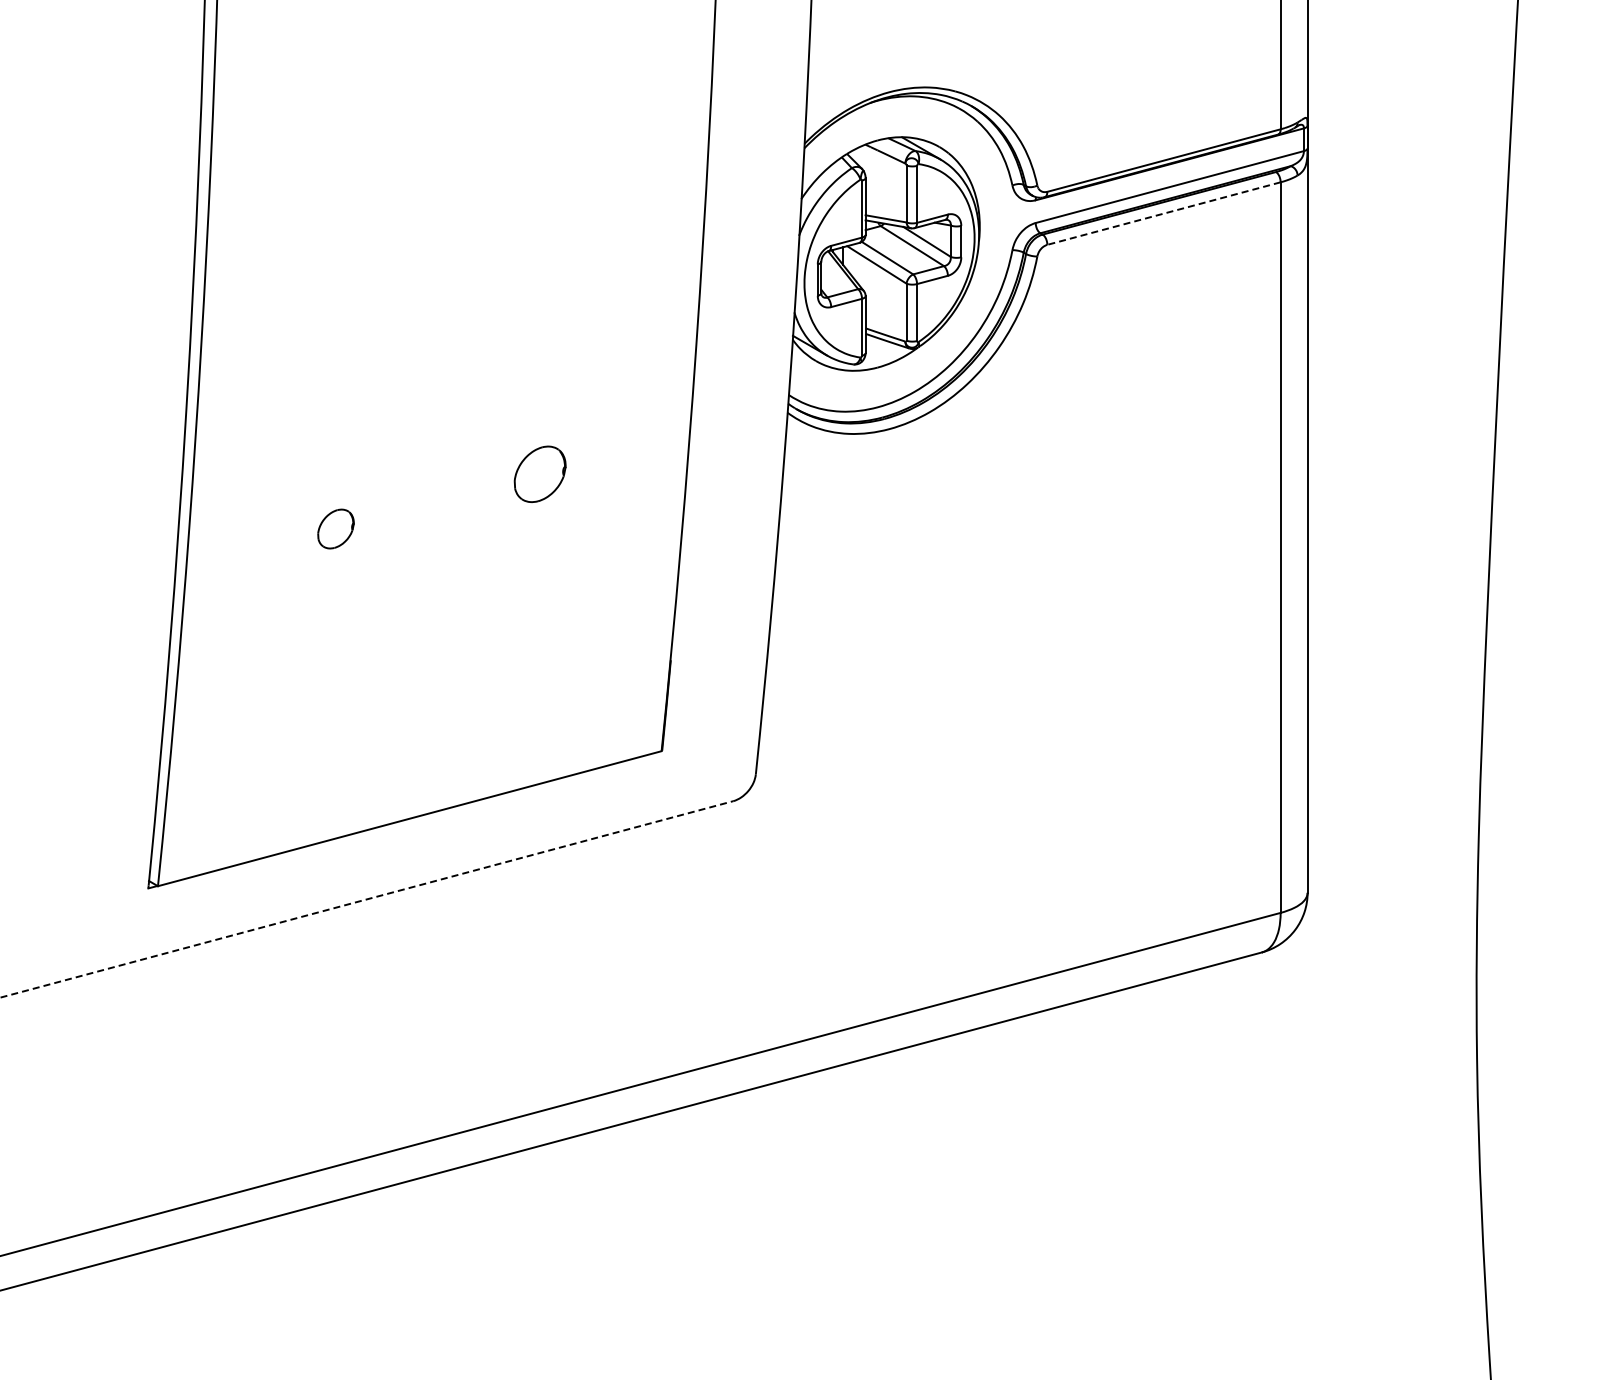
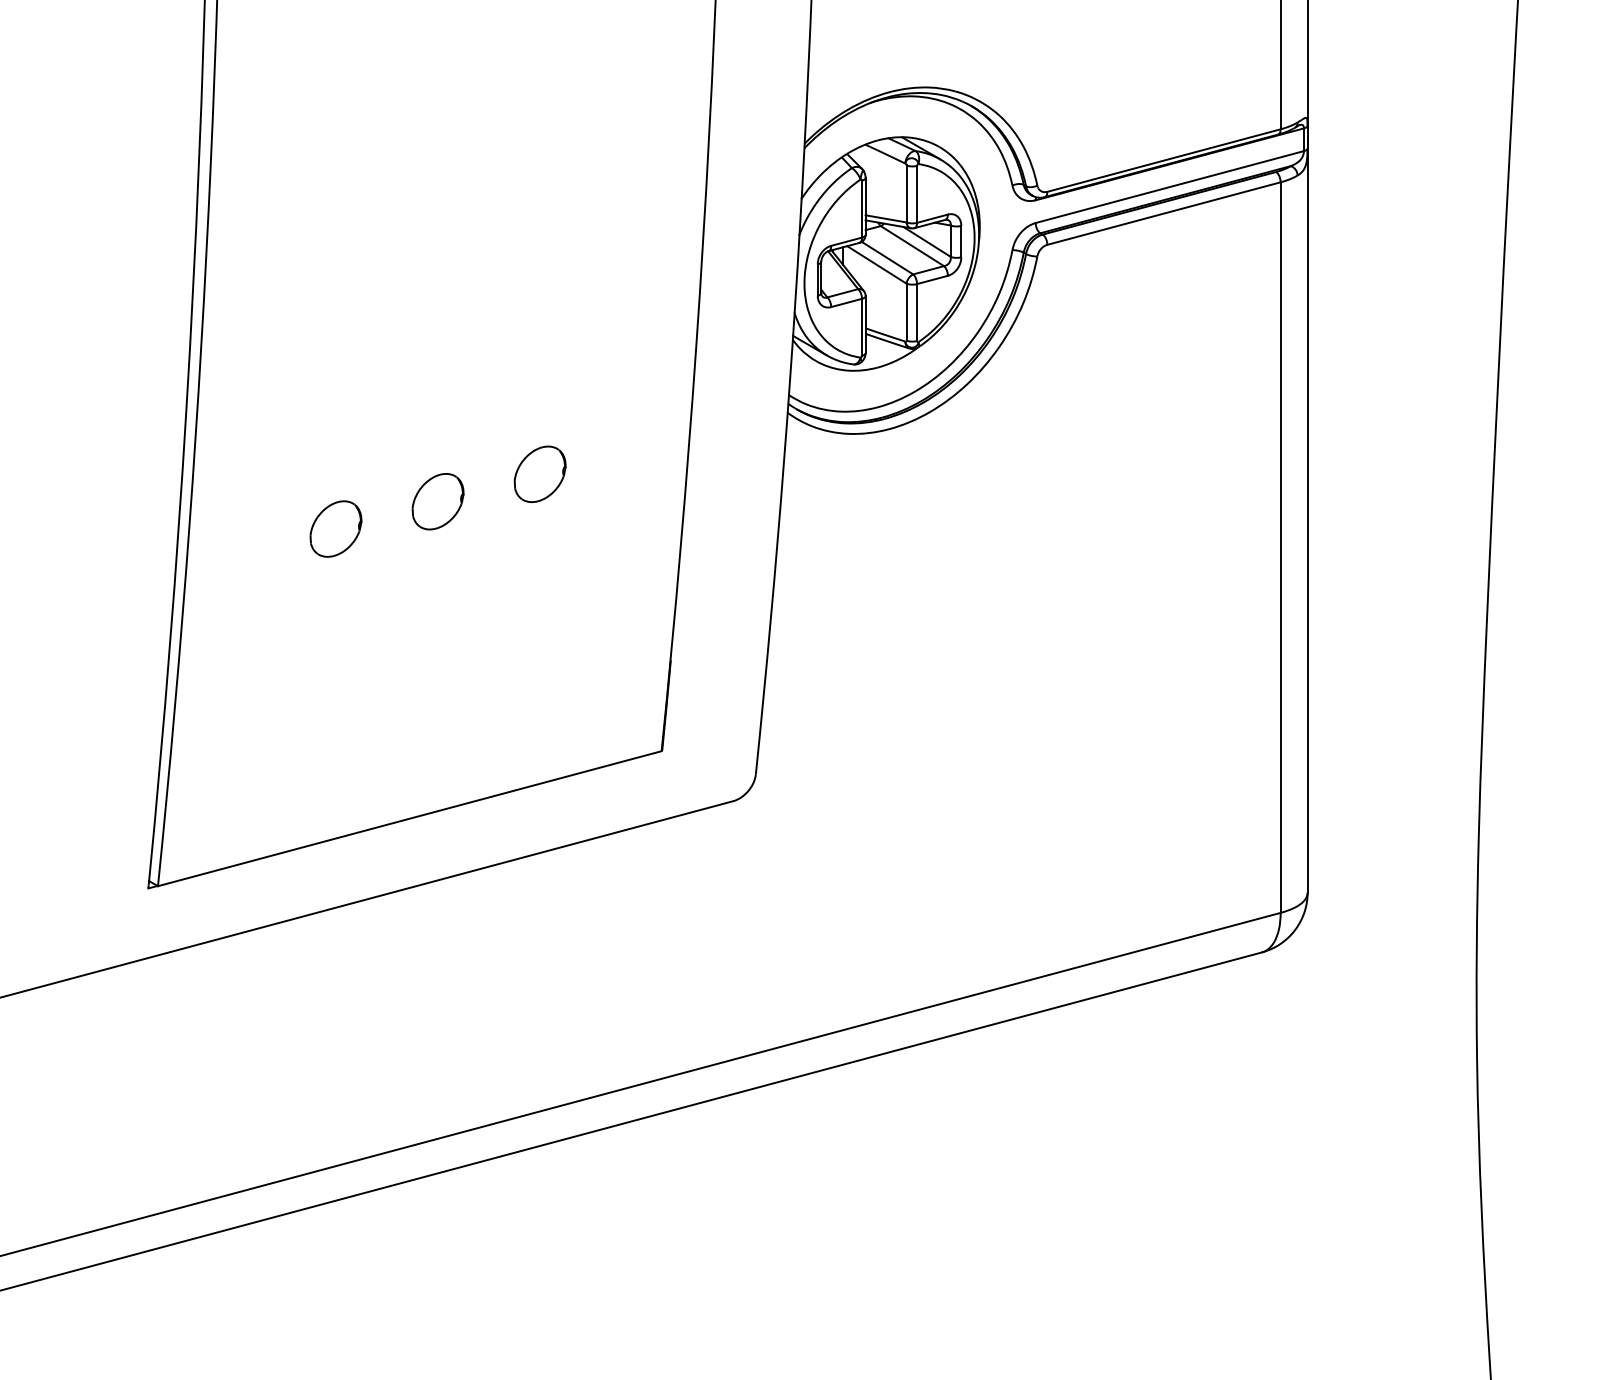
line at (1163, 213): dashed -> solid
part at (437, 501): none -> present
part at (335, 528) size: 38x42 px -> 54x58 px
line at (367, 899): dashed -> solid
